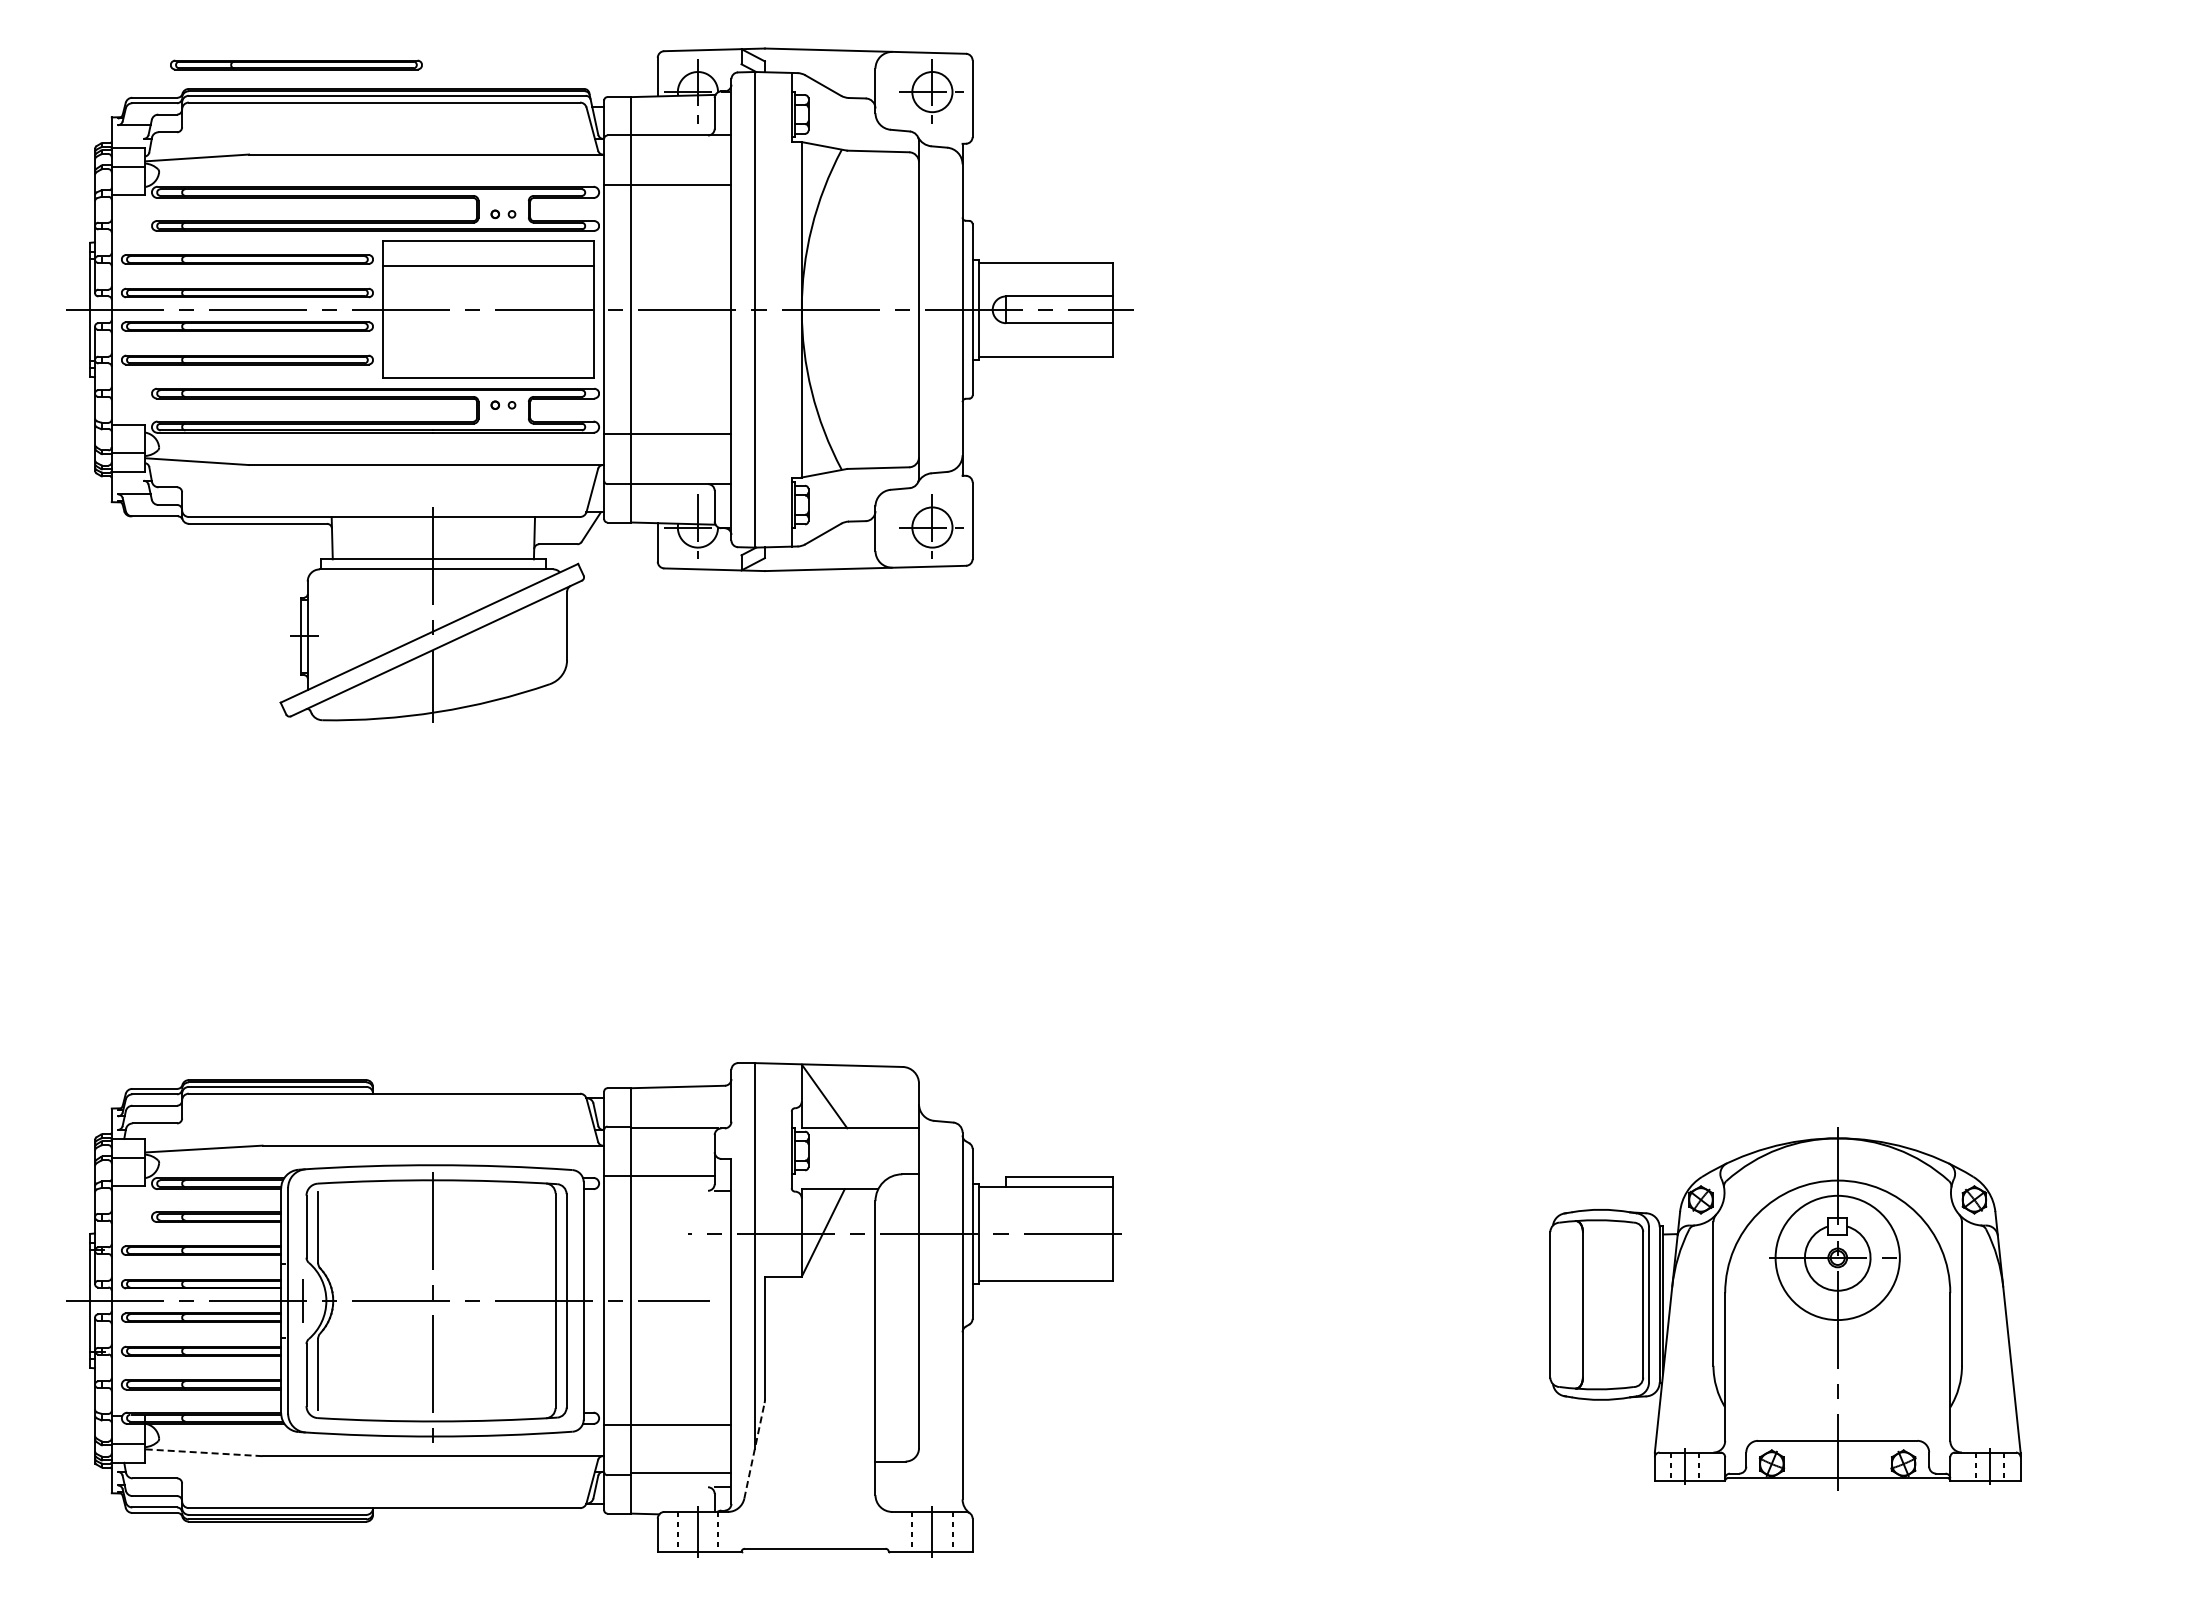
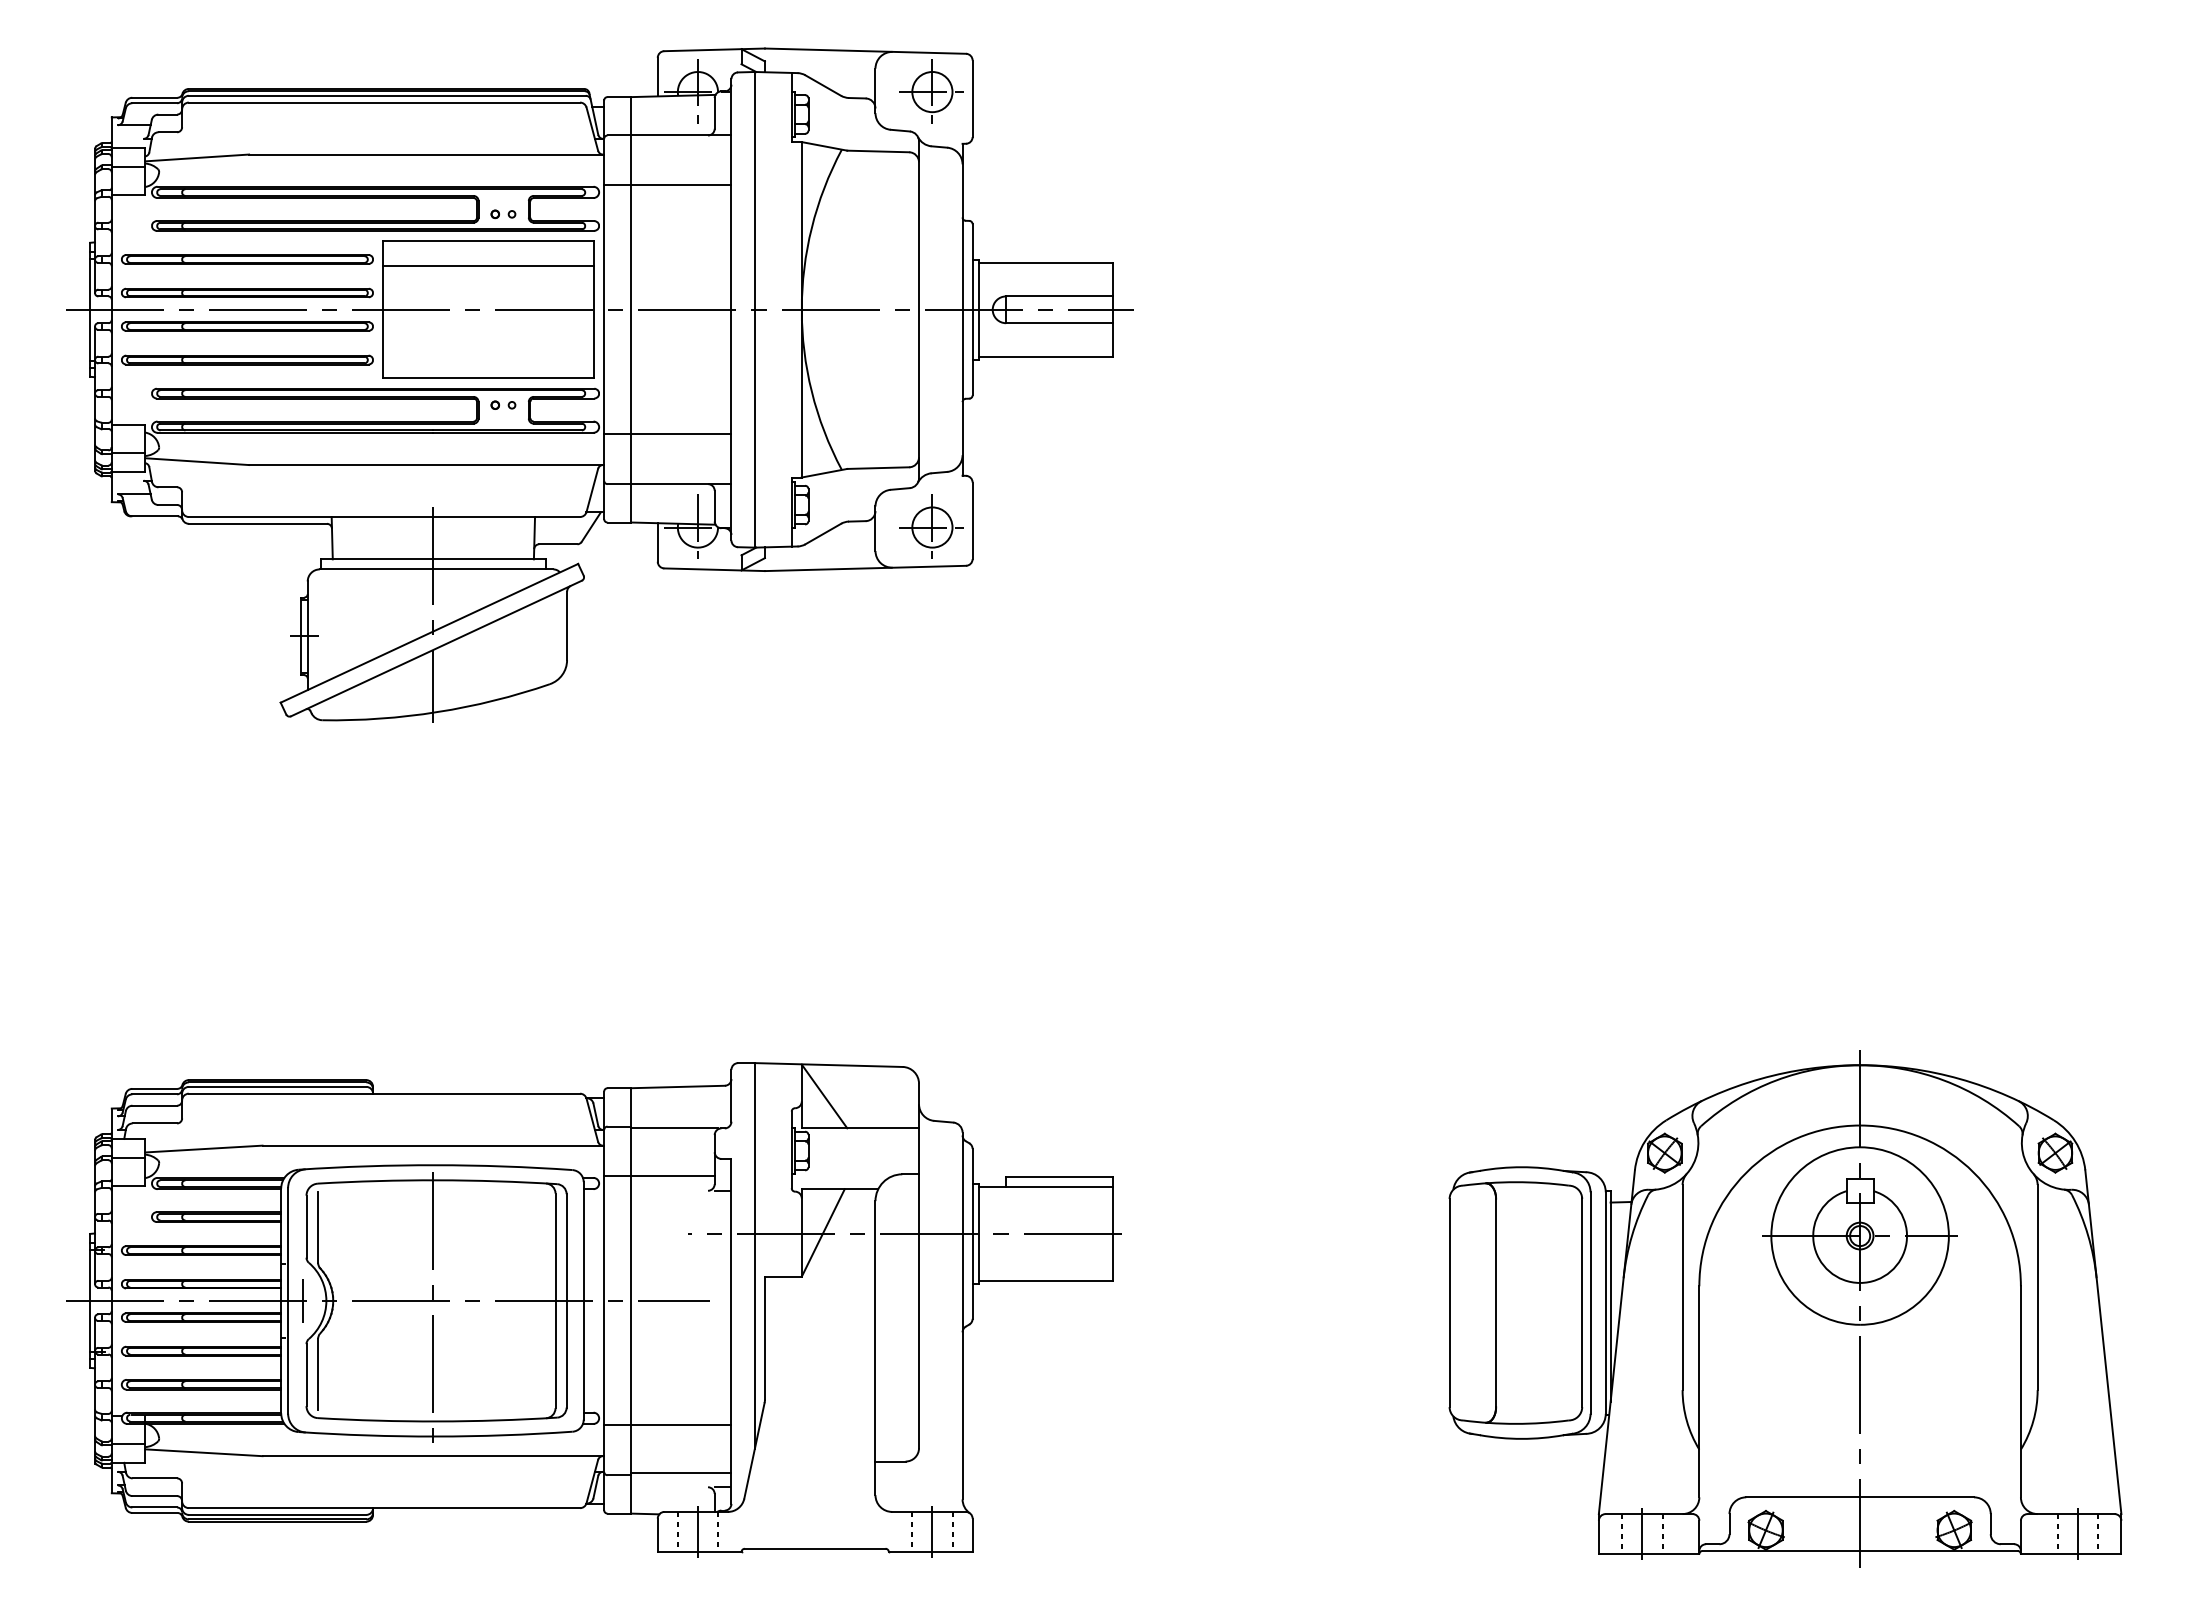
part at (296, 64): present -> none
part at (1785, 1308) size: 473x364 px -> 675x518 px
line at (754, 1450): dashed -> solid
line at (203, 1452): dashed -> solid
